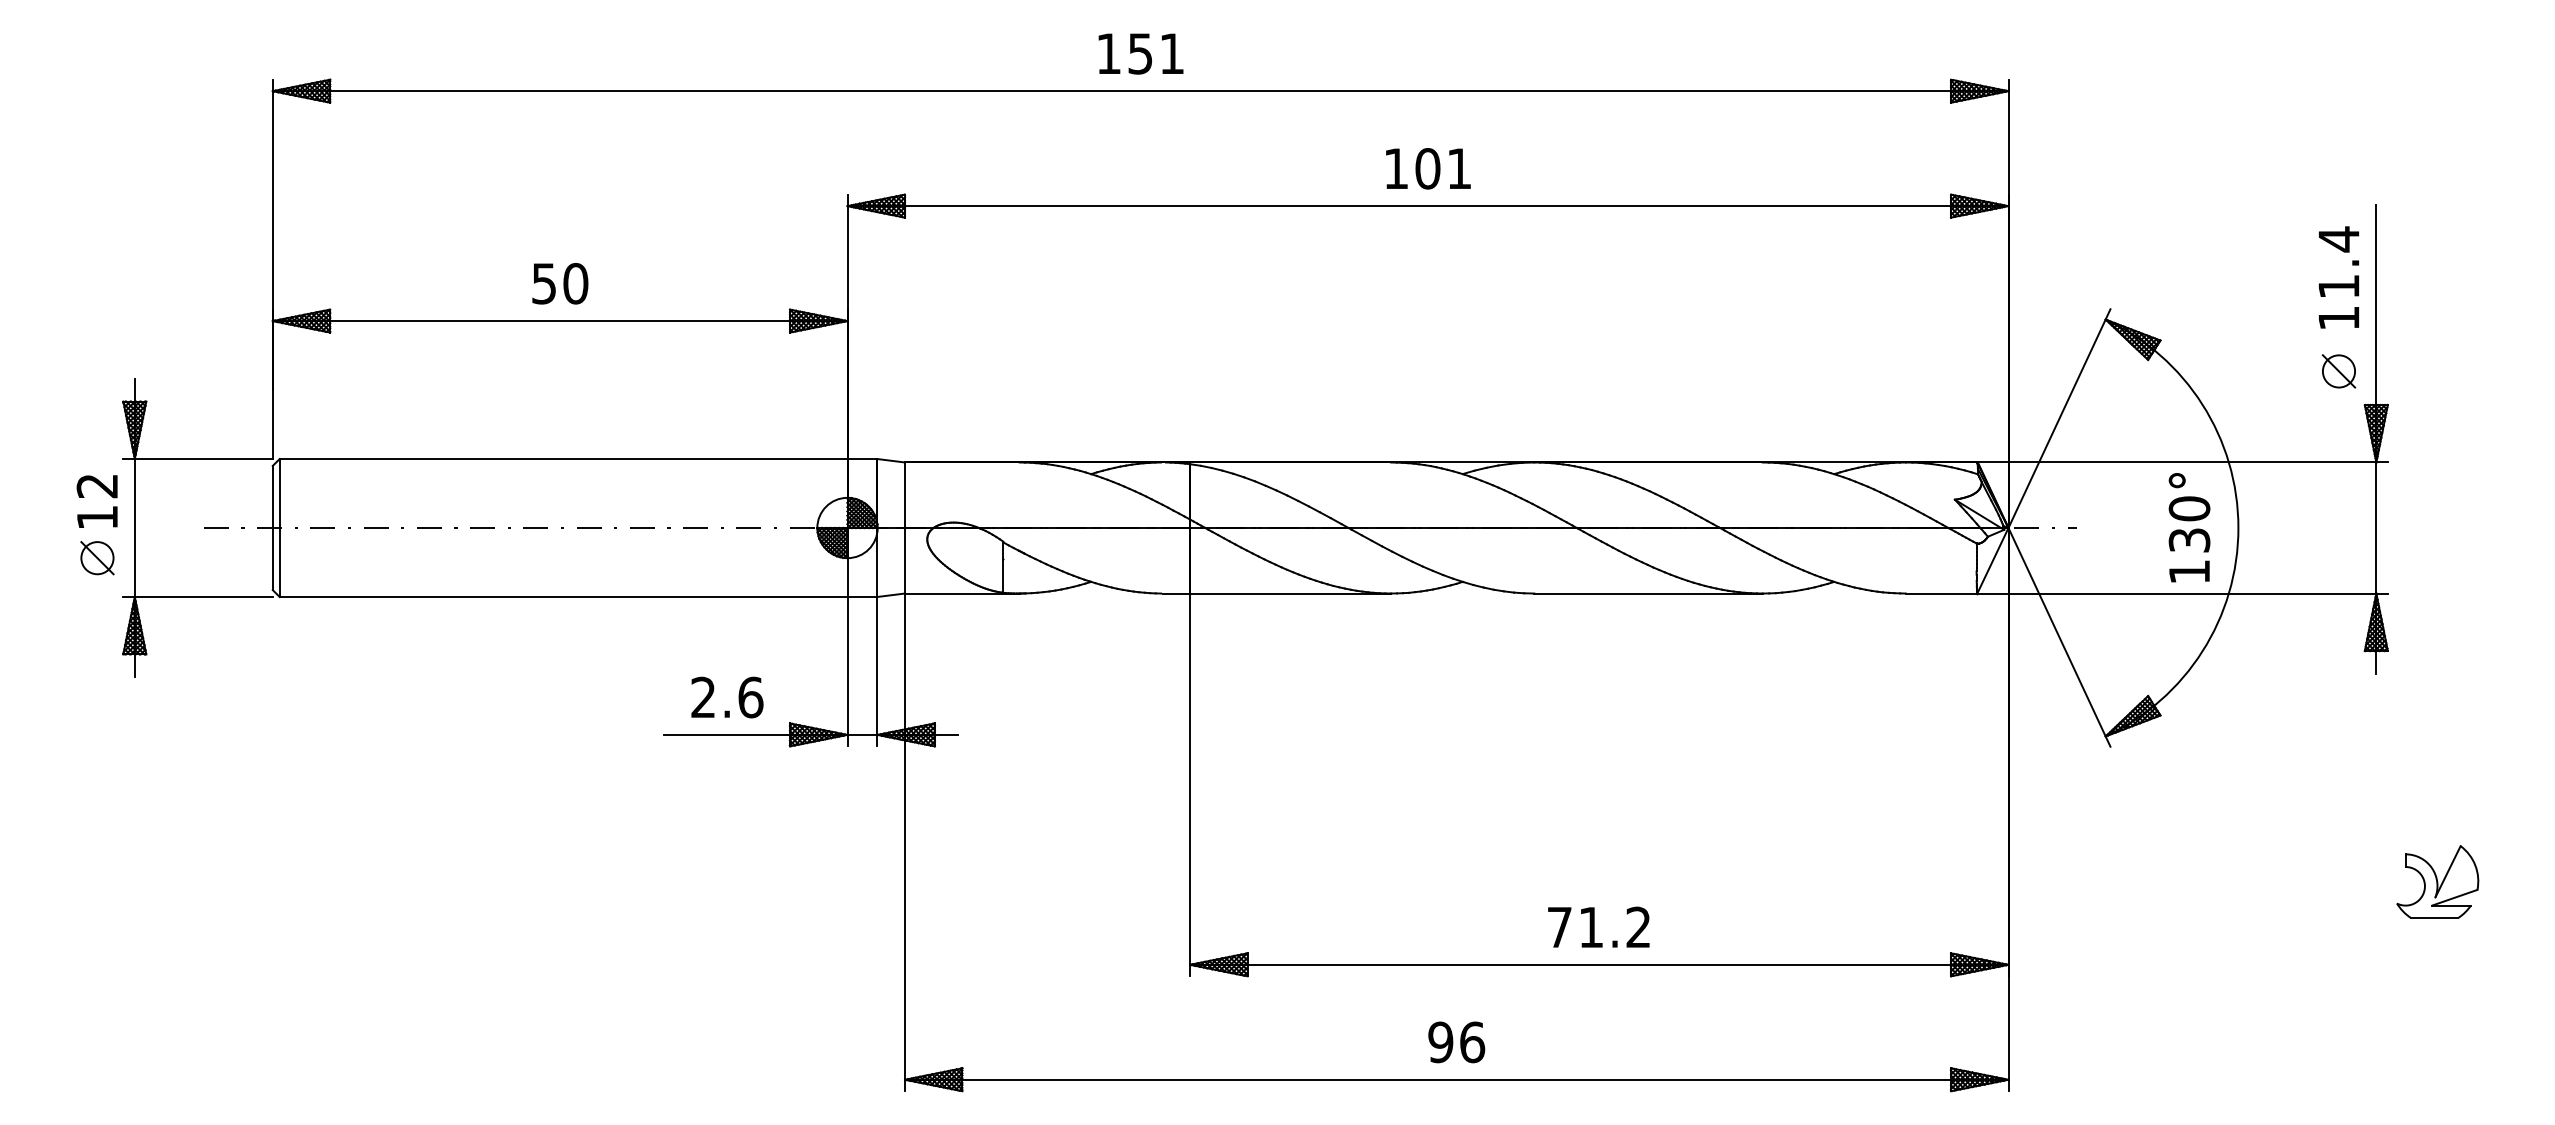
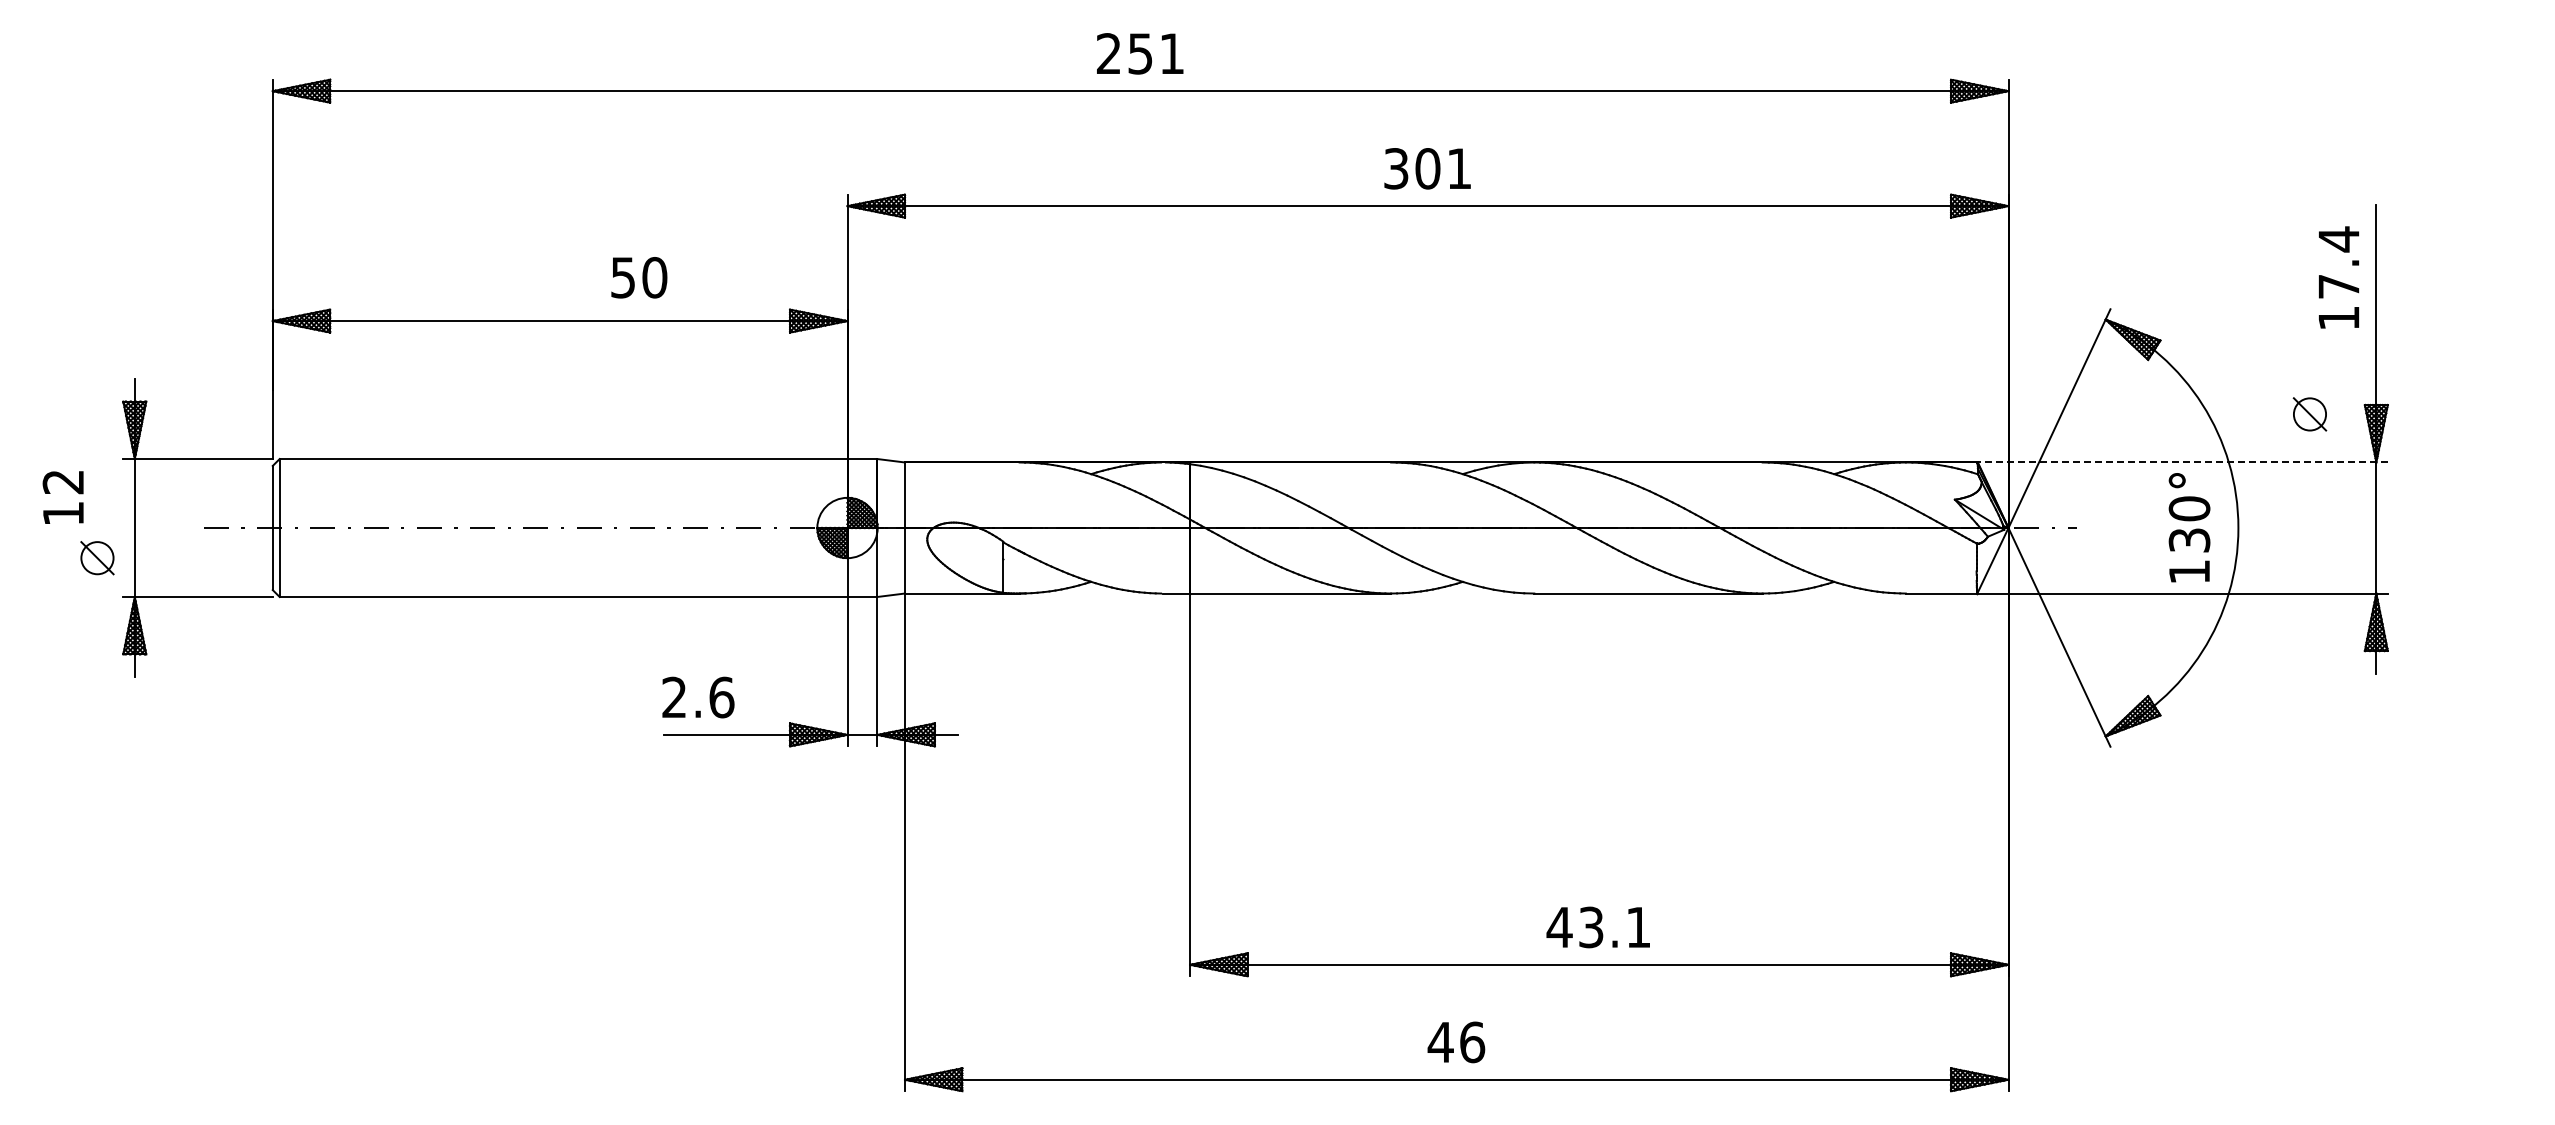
text at (1108, 53): 151 -> 251
text at (1396, 168): 101 -> 301
text at (560, 283) position: (560, 283) -> (639, 277)
text at (2338, 286): 11.4 -> 17.4
part at (2338, 371) position: (2338, 371) -> (2309, 414)
line at (2182, 462): solid -> dashed
text at (96, 501) position: (96, 501) -> (62, 497)
text at (727, 697) position: (727, 697) -> (698, 697)
part at (2437, 881): present -> none
text at (1597, 927): 71.2 -> 43.1
text at (1440, 1042): 96 -> 46
